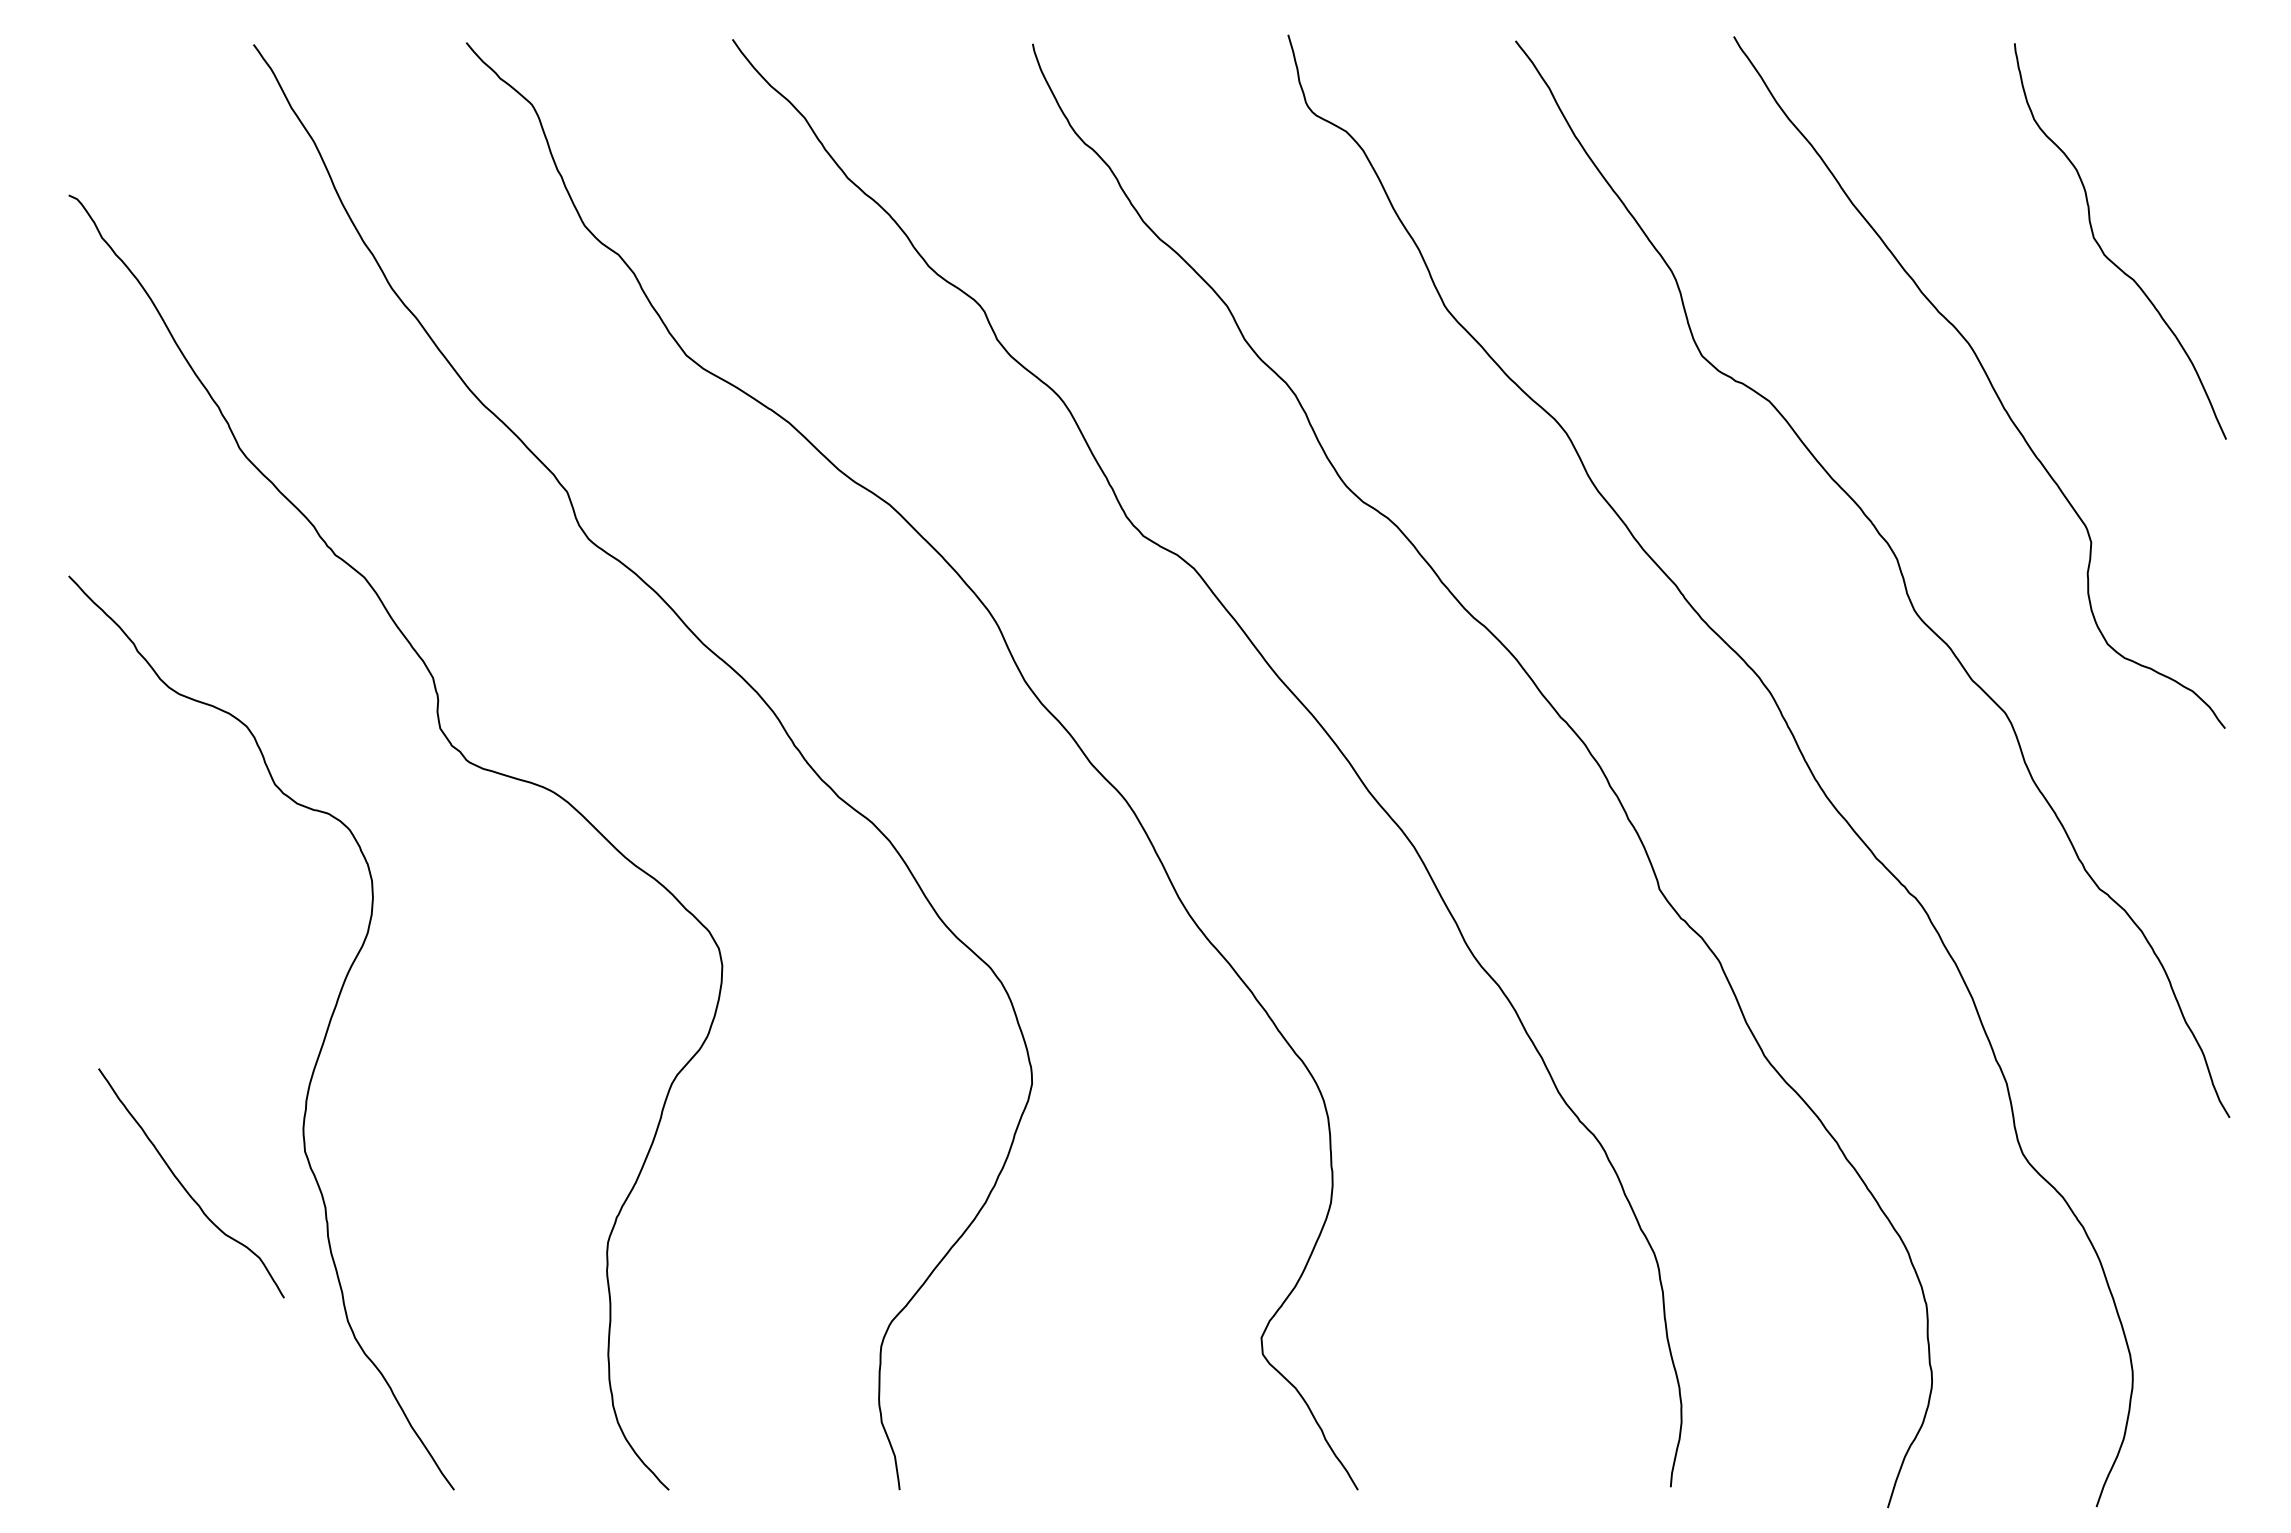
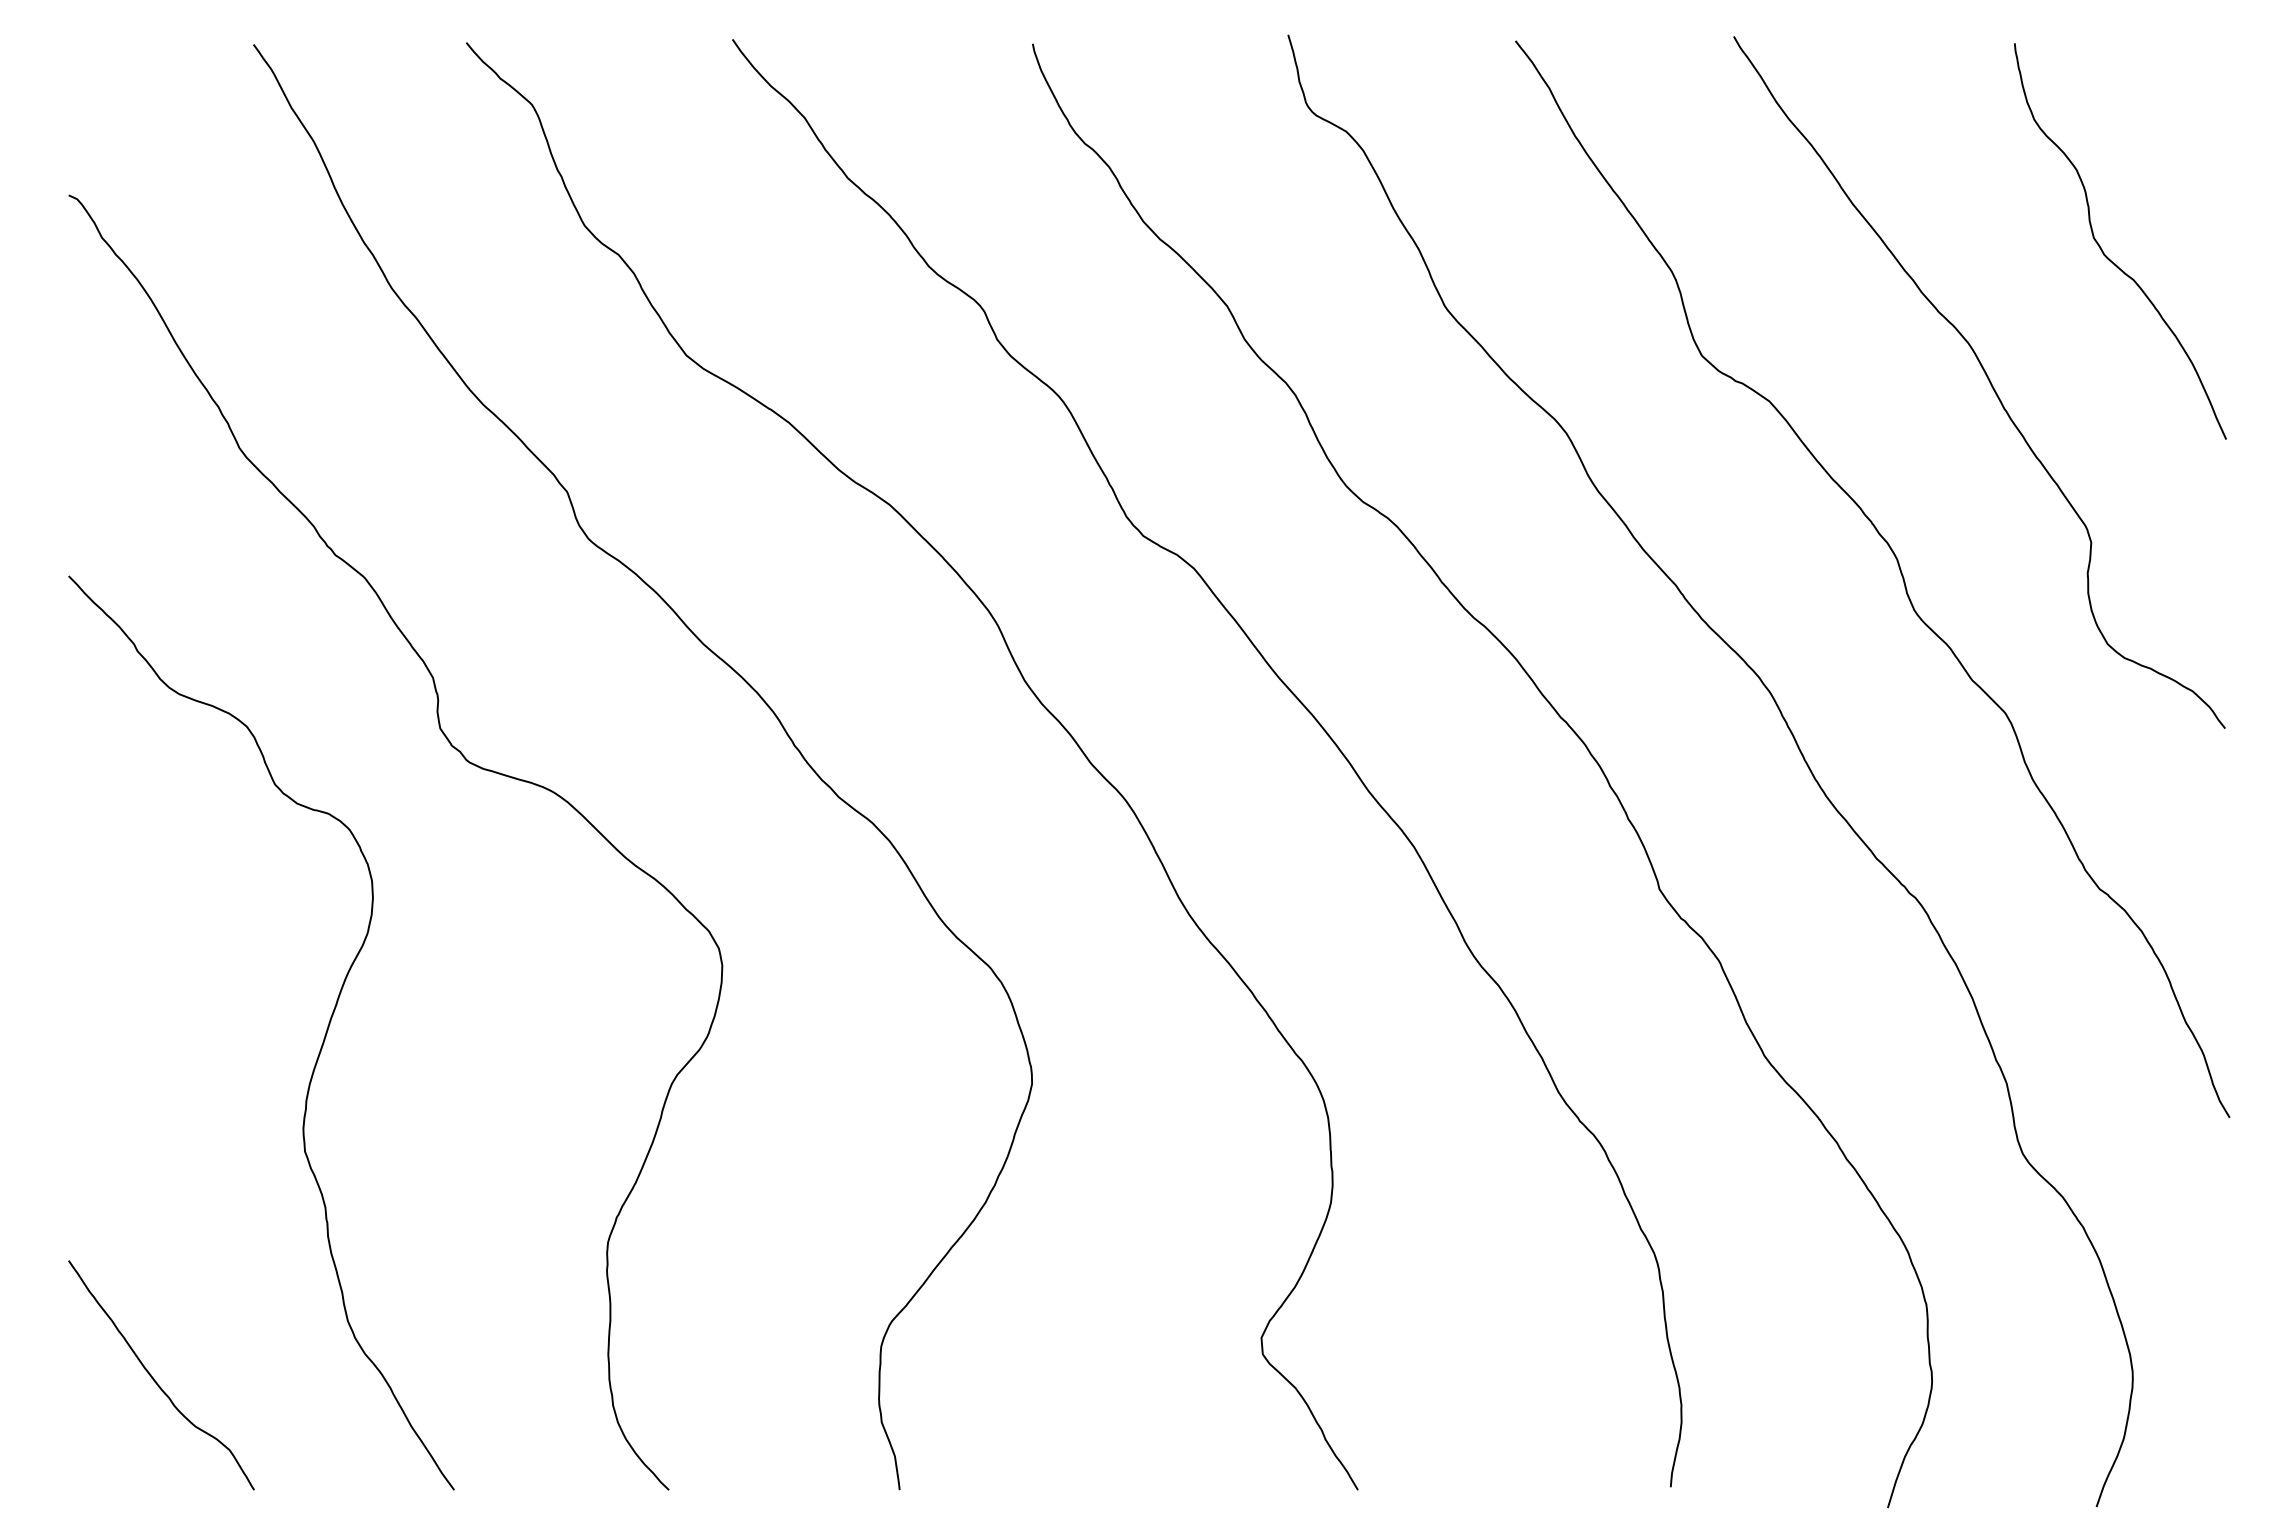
curve at (184, 1186) position: (184, 1186) -> (154, 1378)
